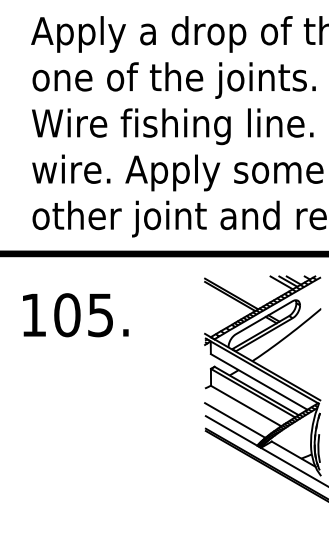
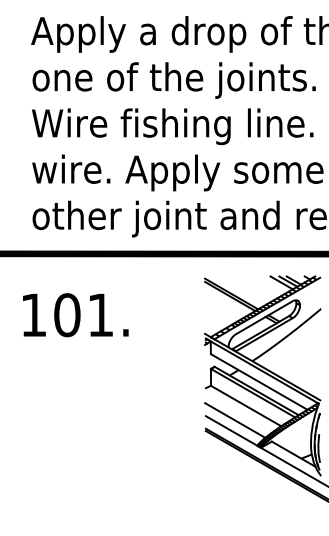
text at (100, 315): 105. -> 101.
